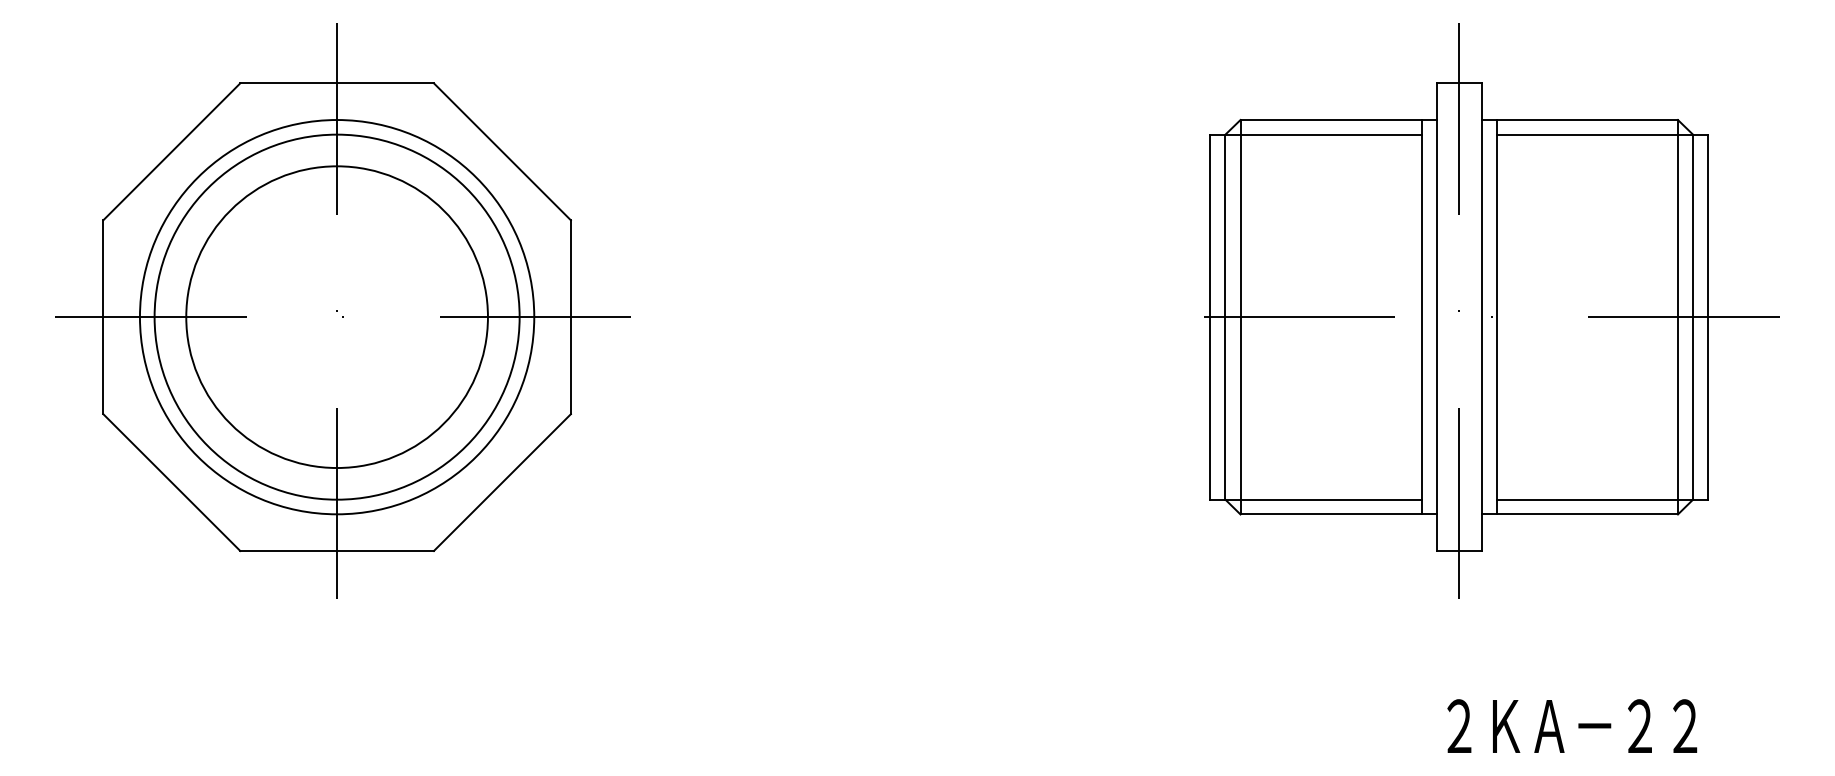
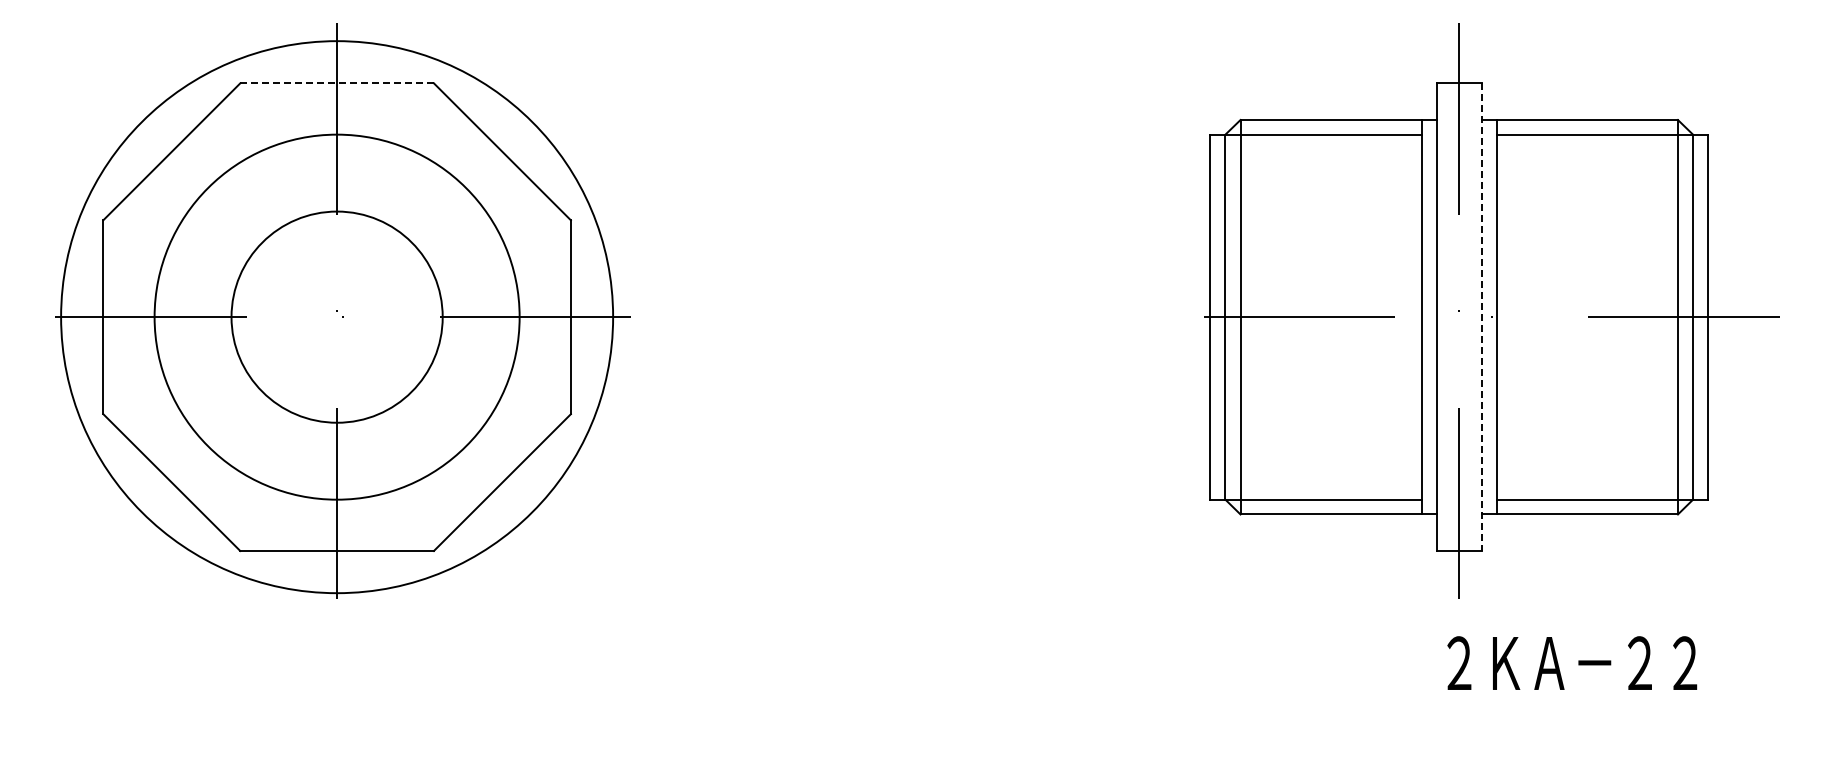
line at (337, 83): solid -> dashed
circle at (336, 317) diameter: 302 px -> 211 px
circle at (336, 317) diameter: 394 px -> 552 px
line at (1481, 317): solid -> dashed
text at (1572, 725) position: (1572, 725) -> (1572, 662)
